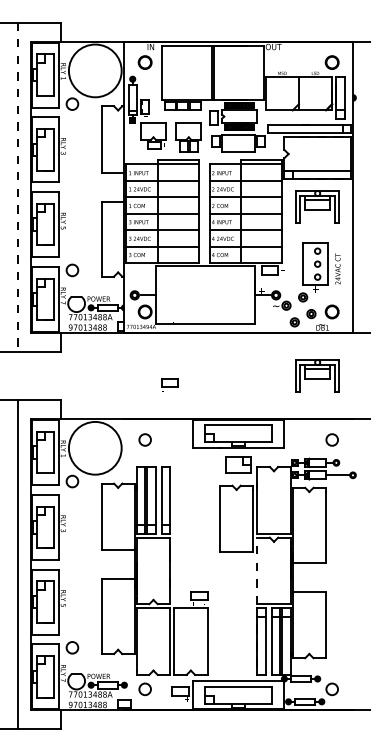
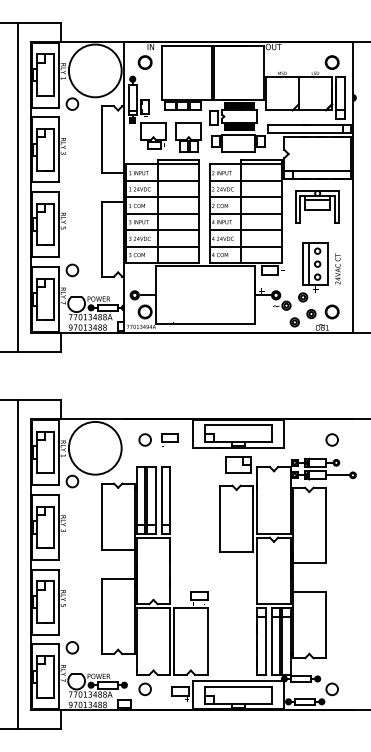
line at (17, 187): dashed -> solid
line at (309, 263): none -> present
part at (317, 375): present -> none
part at (169, 384) position: (169, 384) -> (169, 439)
line at (257, 570): dashed -> solid
